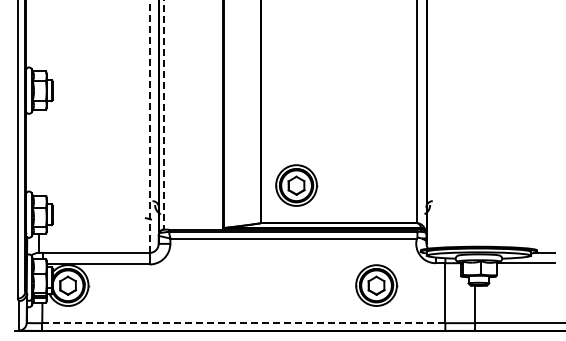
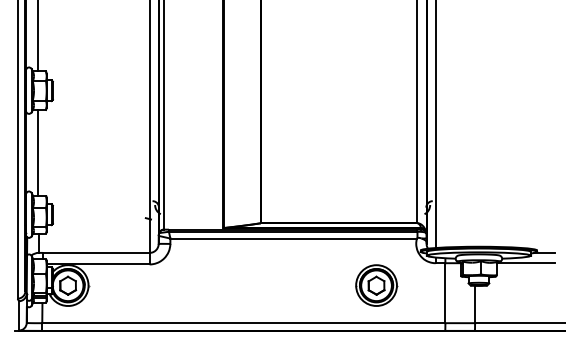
line at (37, 36): none -> present
line at (164, 115): dashed -> solid
line at (435, 125): none -> present
line at (149, 126): dashed -> solid
line at (37, 152): none -> present
part at (296, 185): present -> none
line at (243, 323): dashed -> solid
